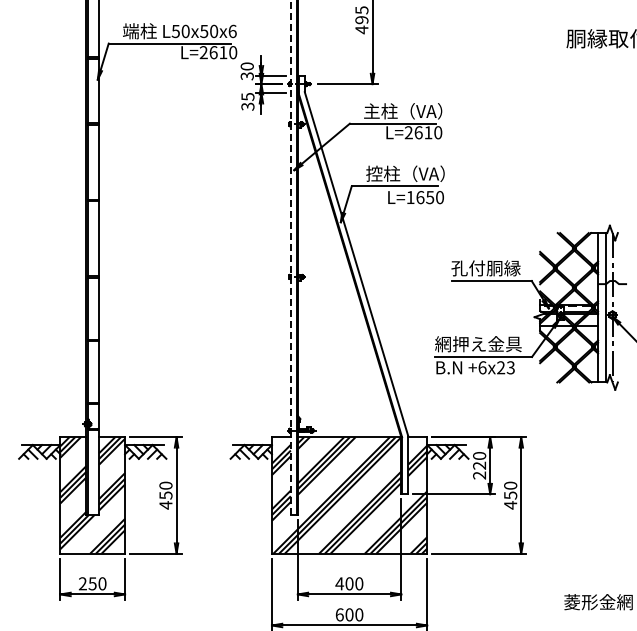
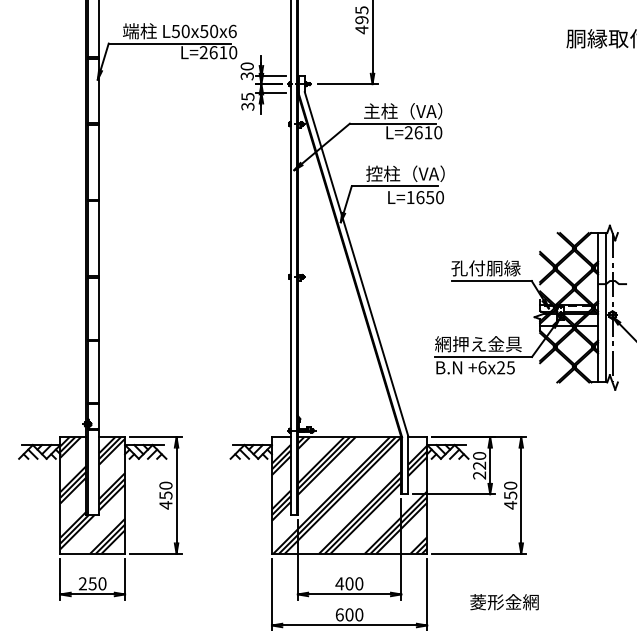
line at (290, 257): dashed -> solid
text at (510, 367): +6x23 -> +6x25
text at (598, 602) position: (598, 602) -> (504, 602)
